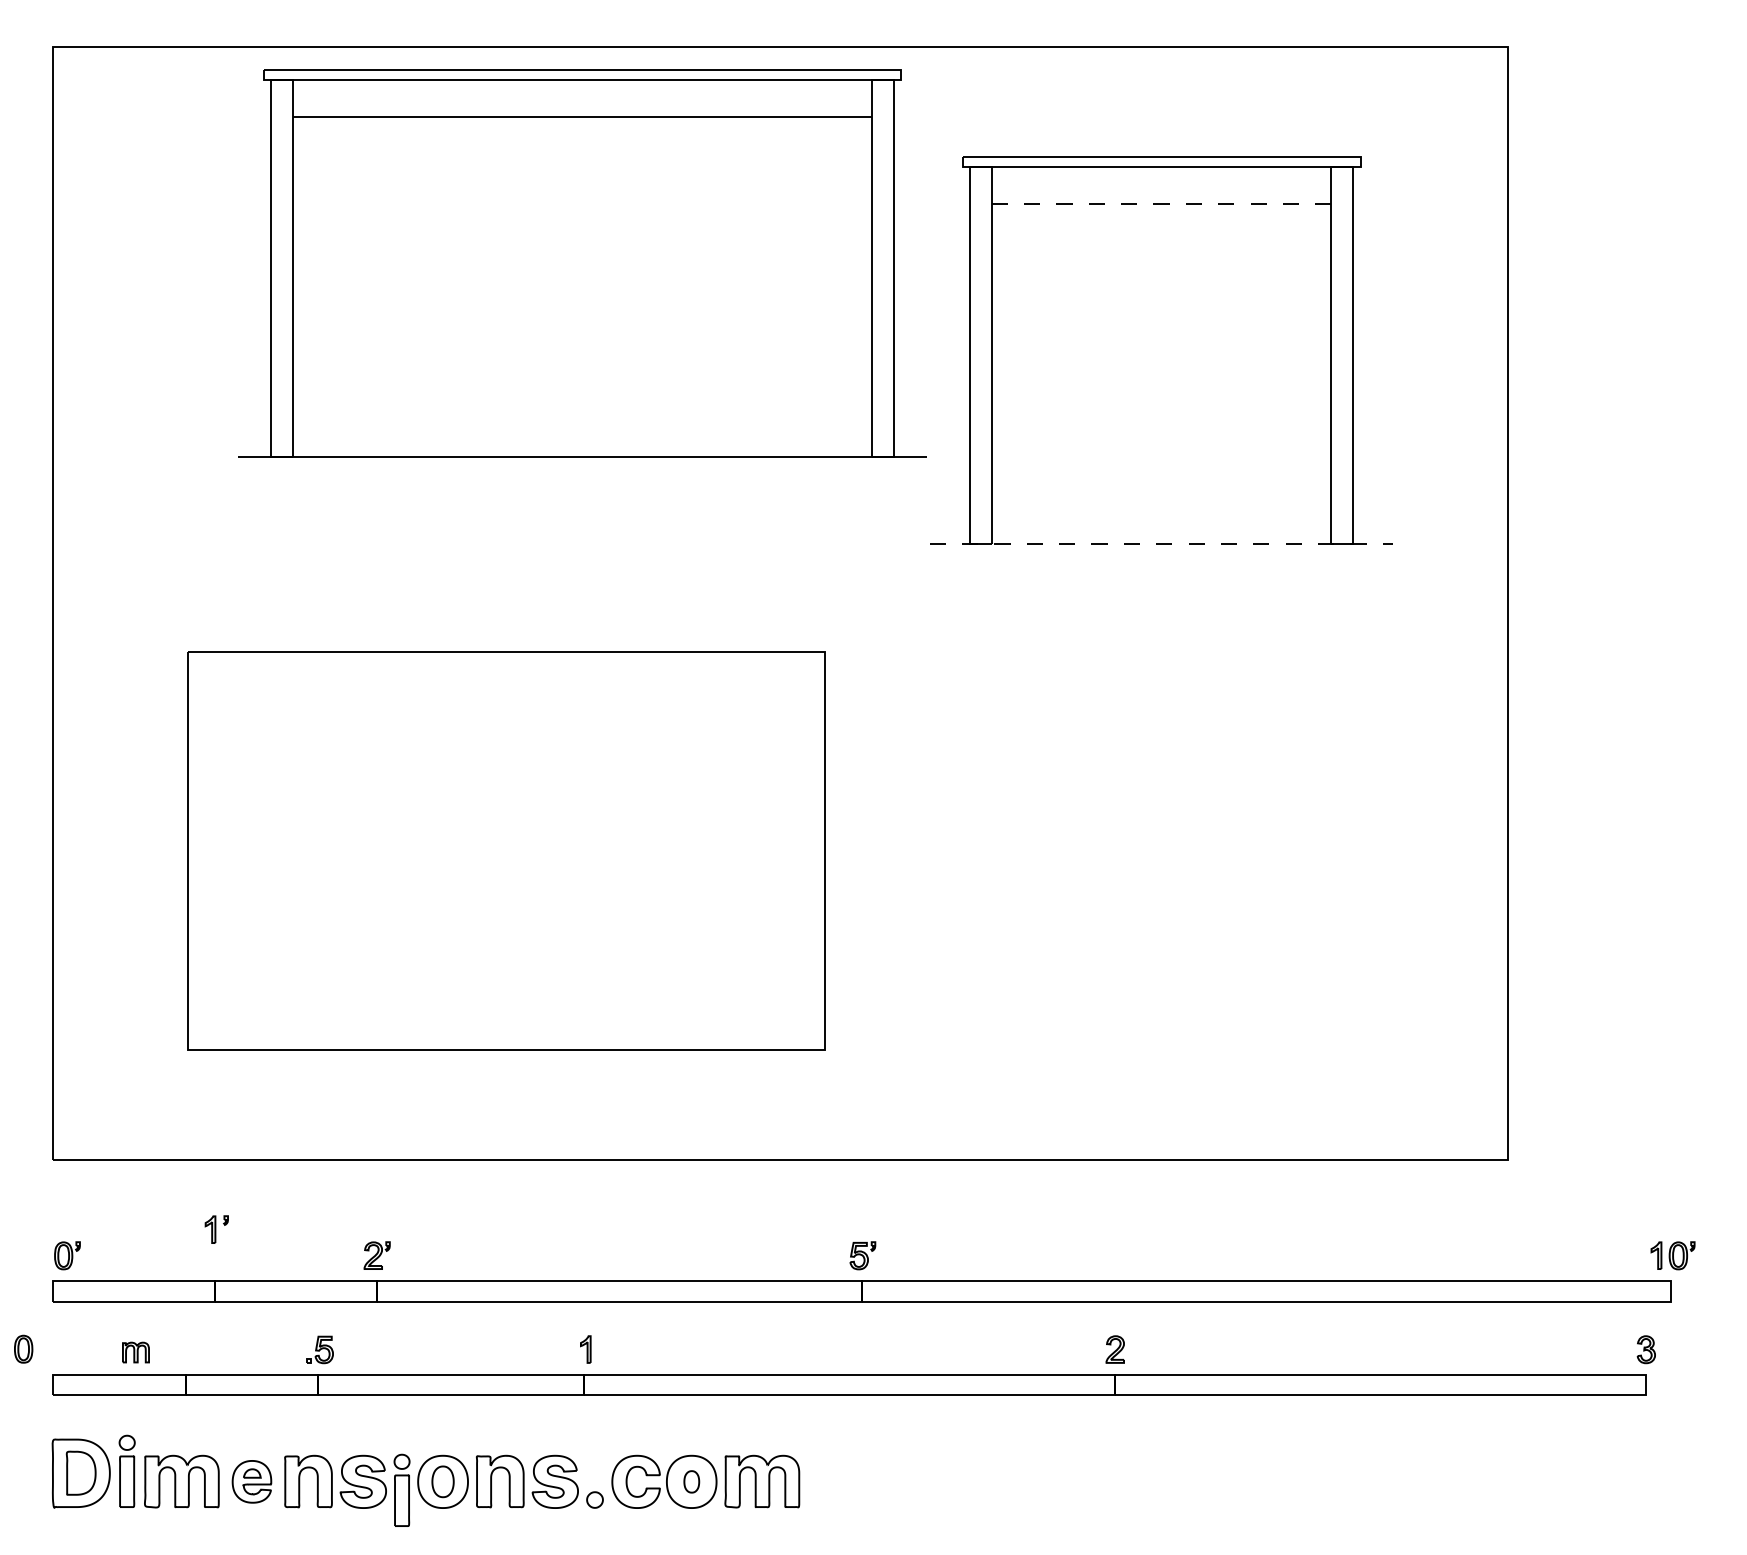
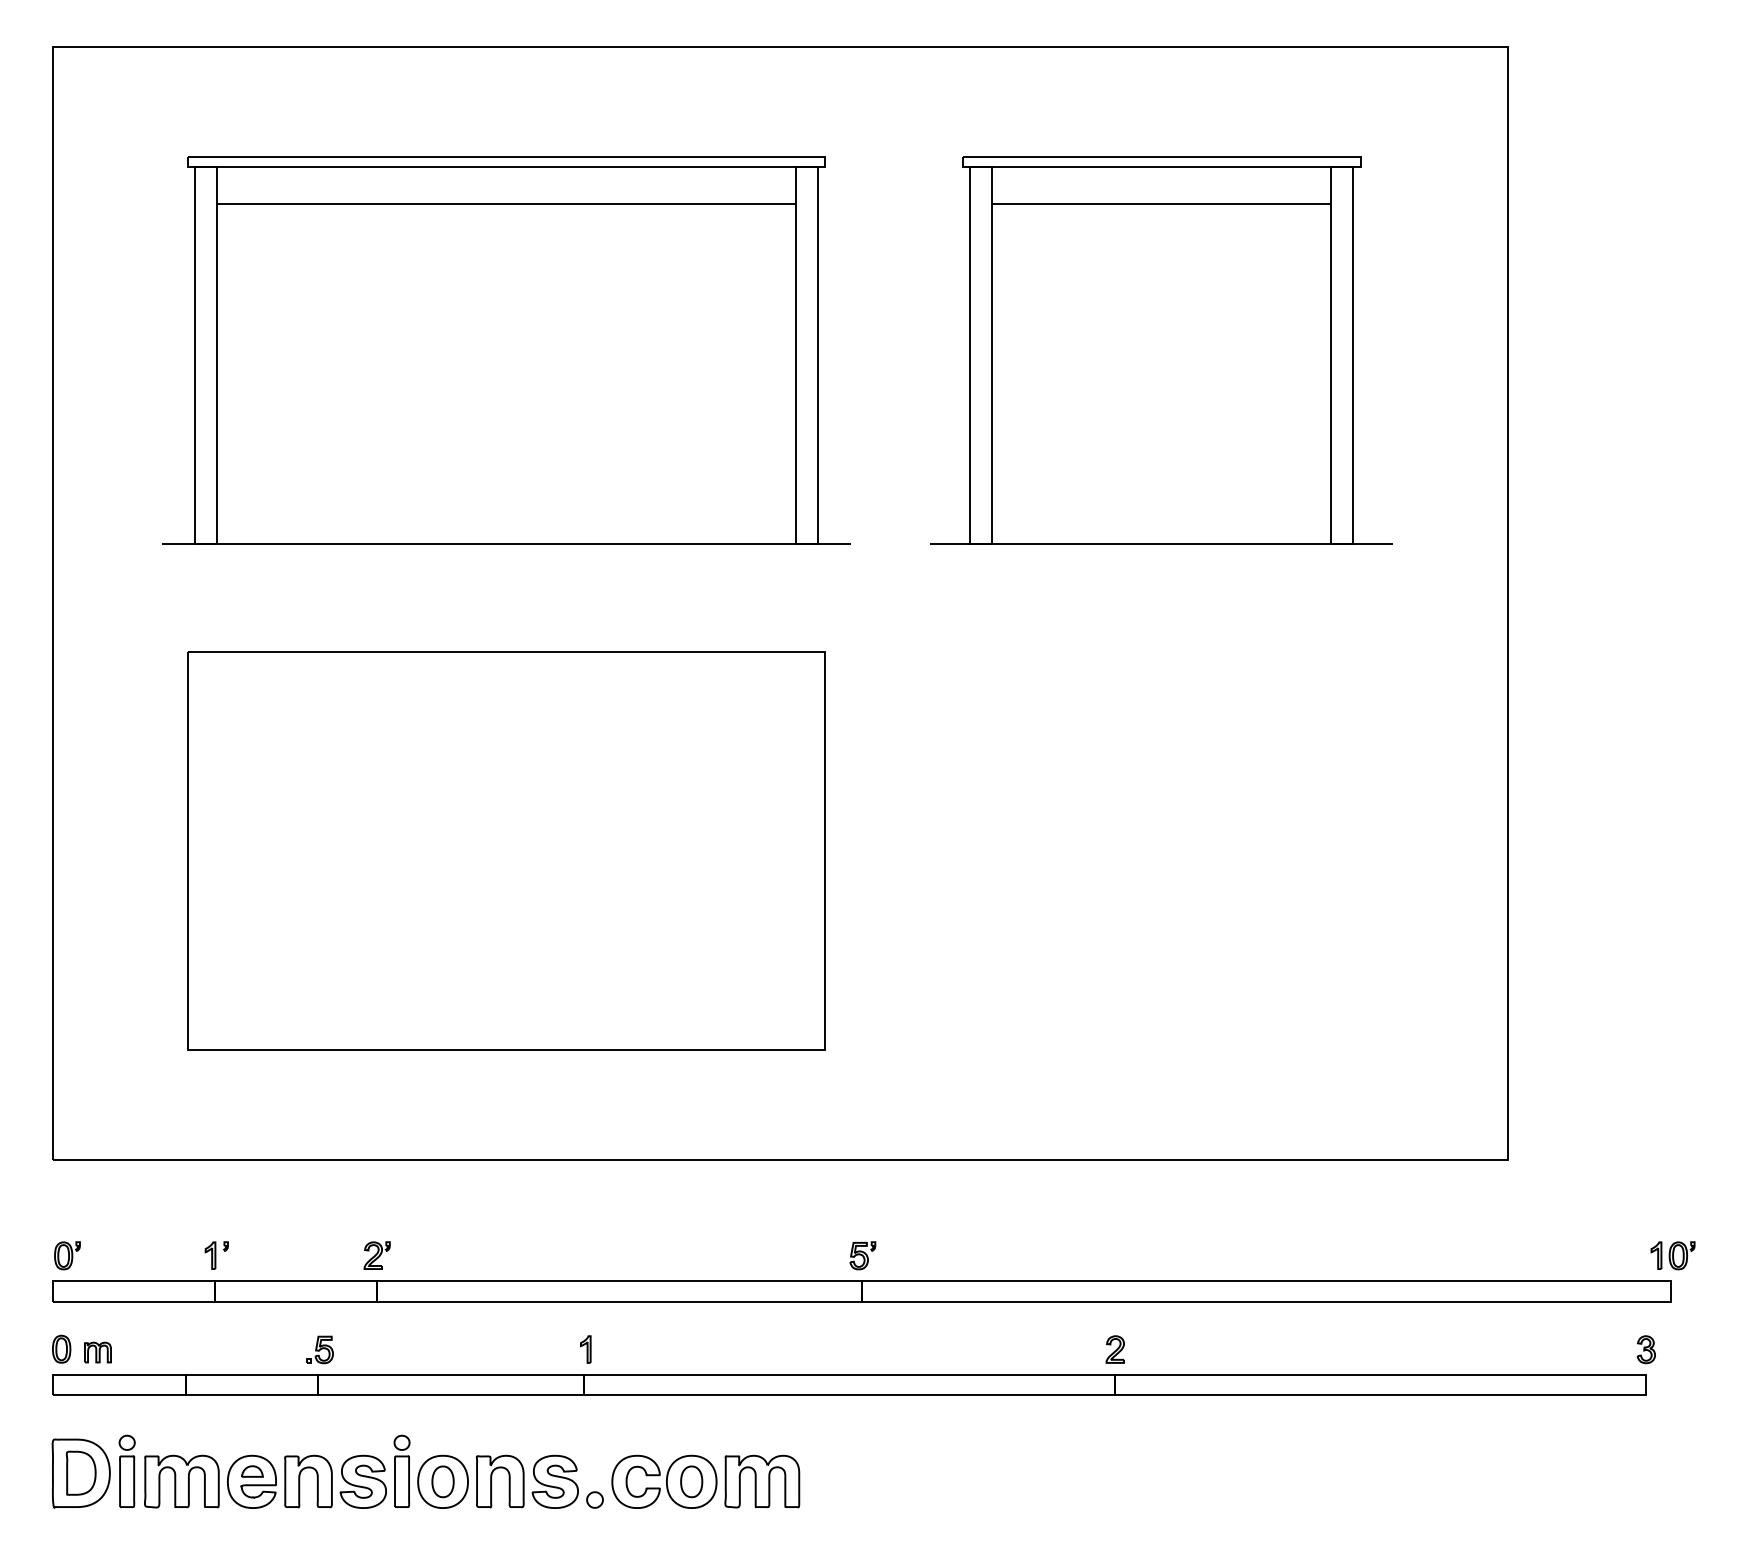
line at (1161, 204): dashed -> solid
part at (582, 263) position: (582, 263) -> (506, 350)
line at (1161, 544): dashed -> solid
part at (216, 1229) position: (216, 1229) -> (216, 1255)
part at (23, 1348) position: (23, 1348) -> (61, 1348)
part at (135, 1352) position: (135, 1352) -> (97, 1352)
part at (251, 1481) size: 42x44 px -> 50x55 px
part at (691, 1481) size: 18x24 px -> 24x34 px
part at (401, 1489) position: (401, 1489) -> (401, 1470)
